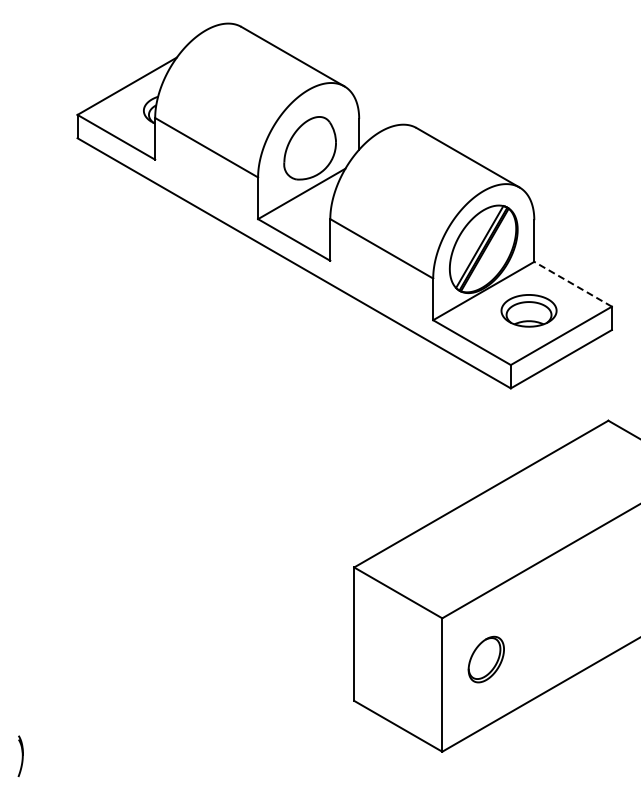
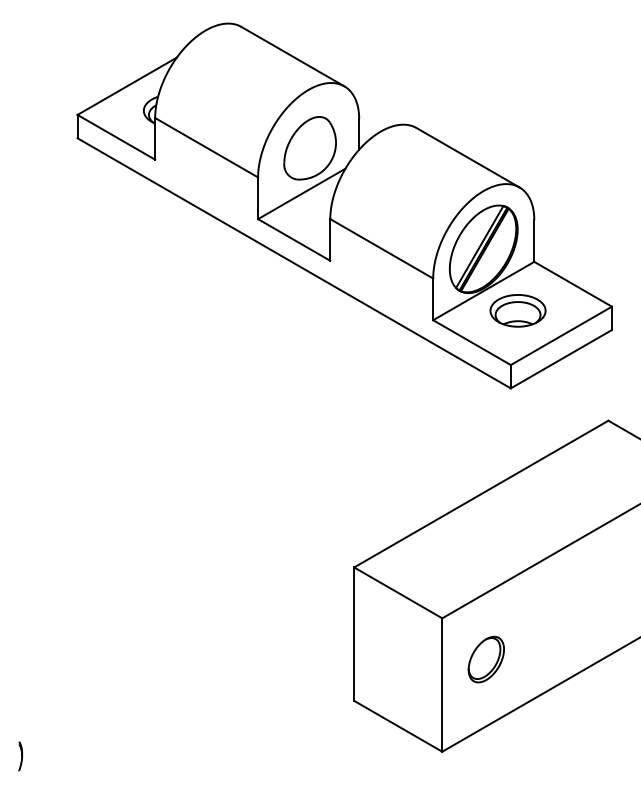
line at (573, 284): dashed -> solid
part at (528, 310) position: (528, 310) -> (517, 310)
part at (20, 755) size: 7x42 px -> 5x31 px
